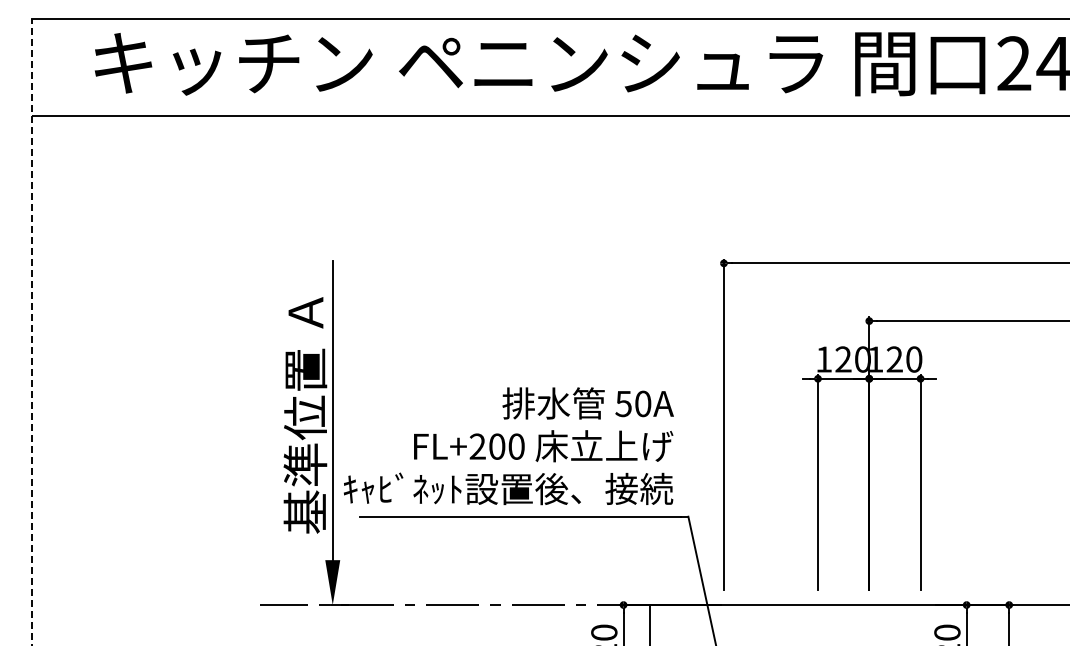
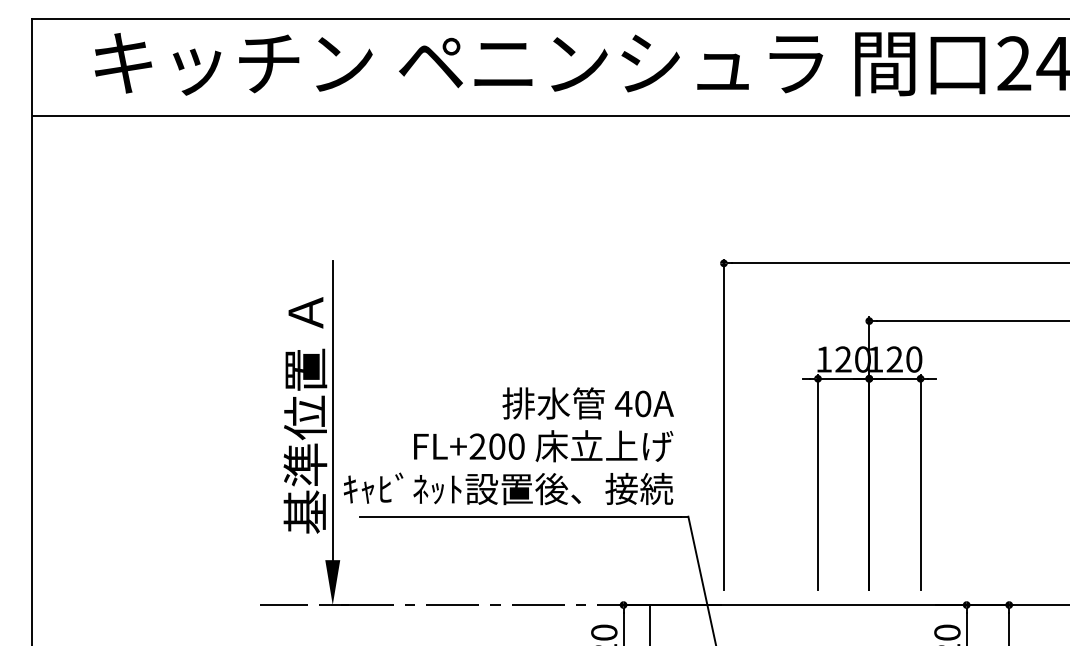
line at (32, 332): dashed -> solid
text at (623, 404): 50A -> 40A
